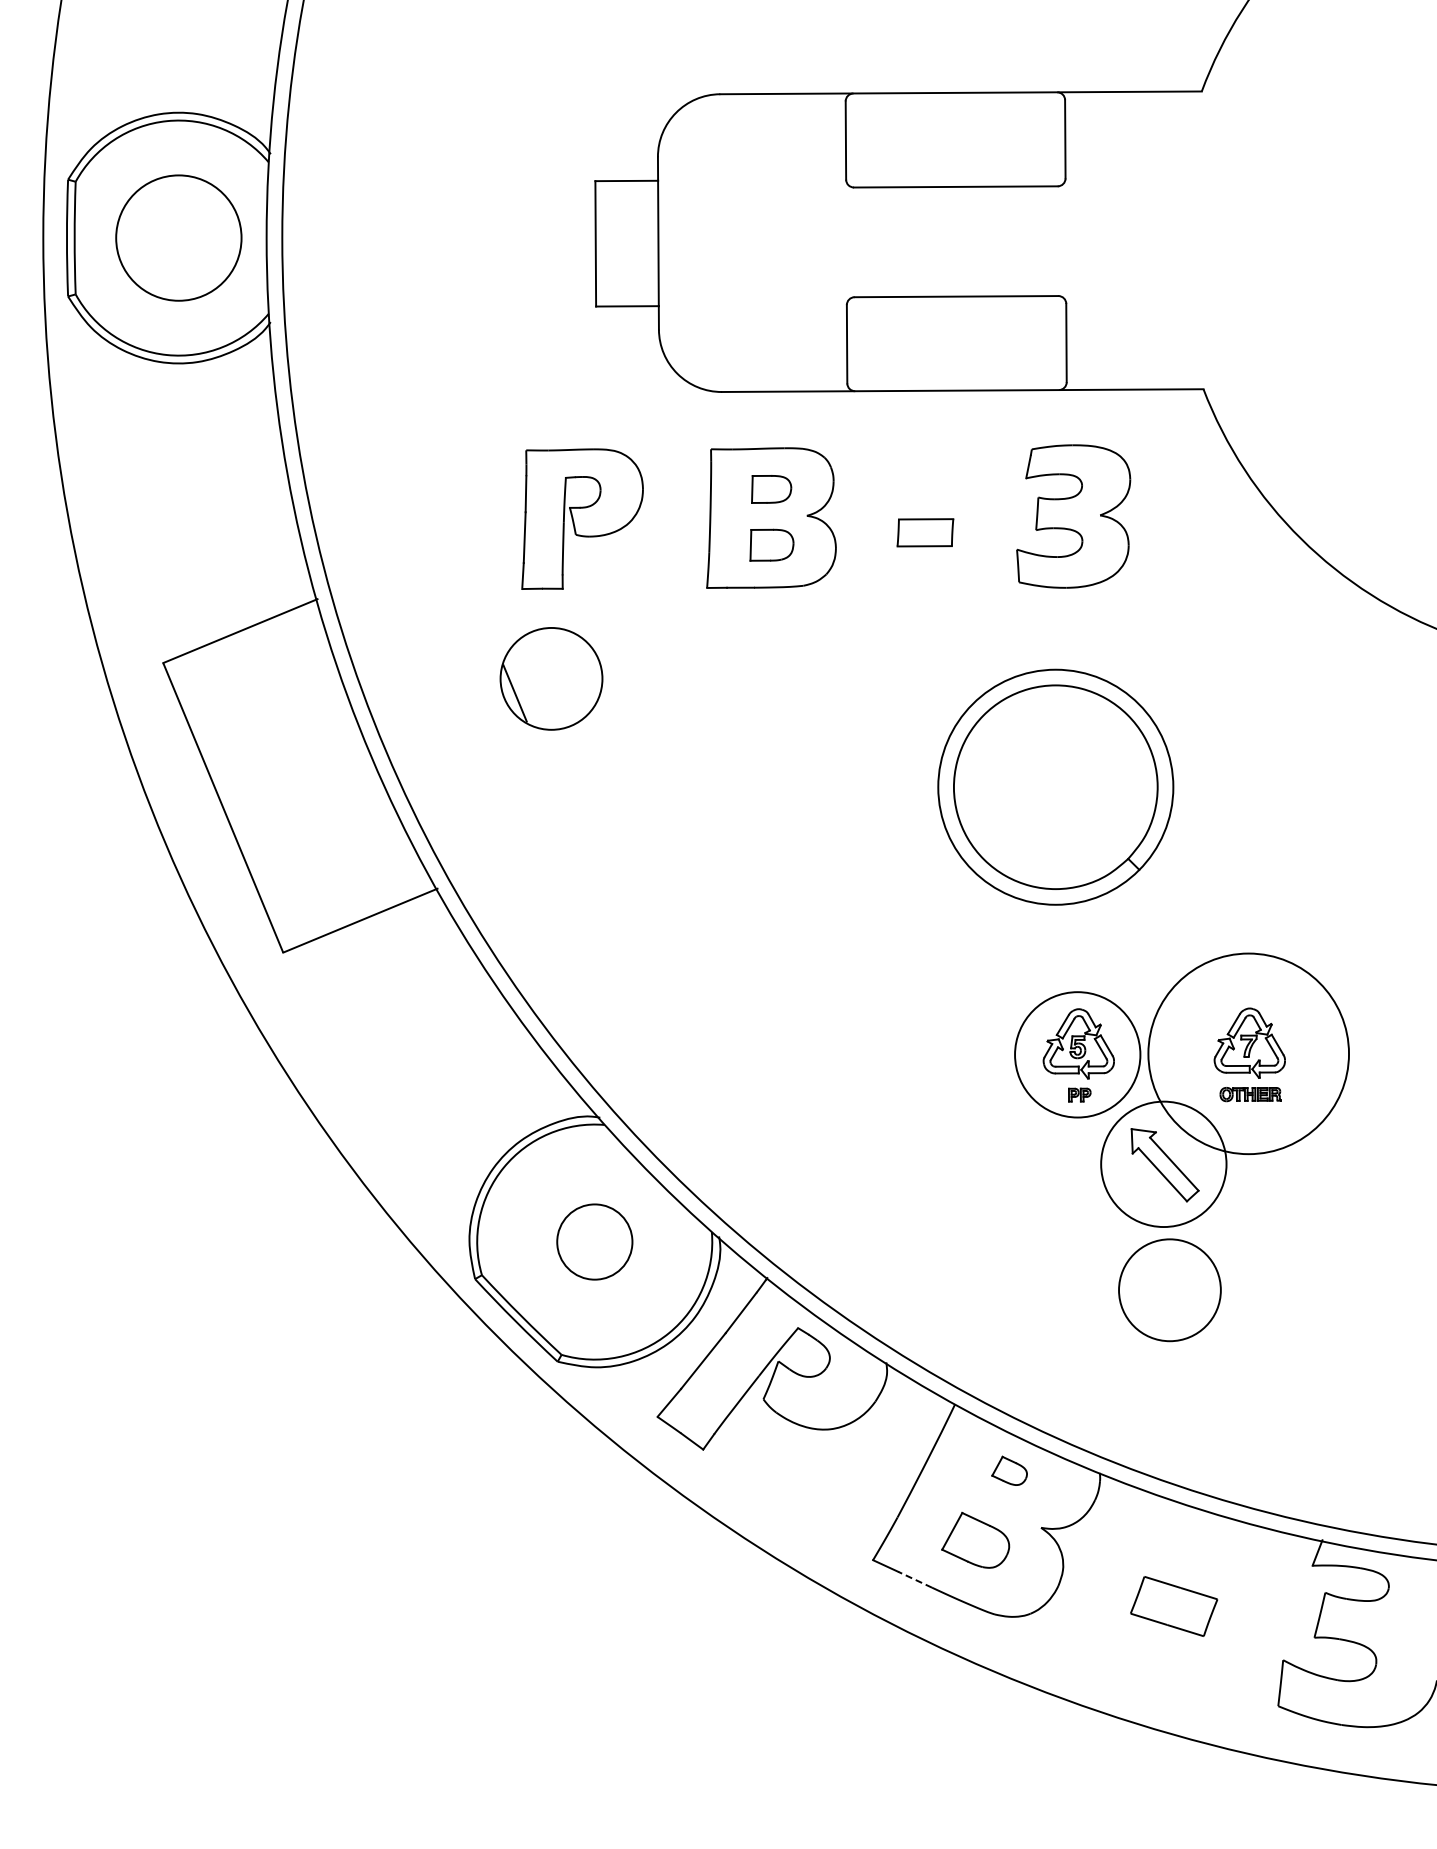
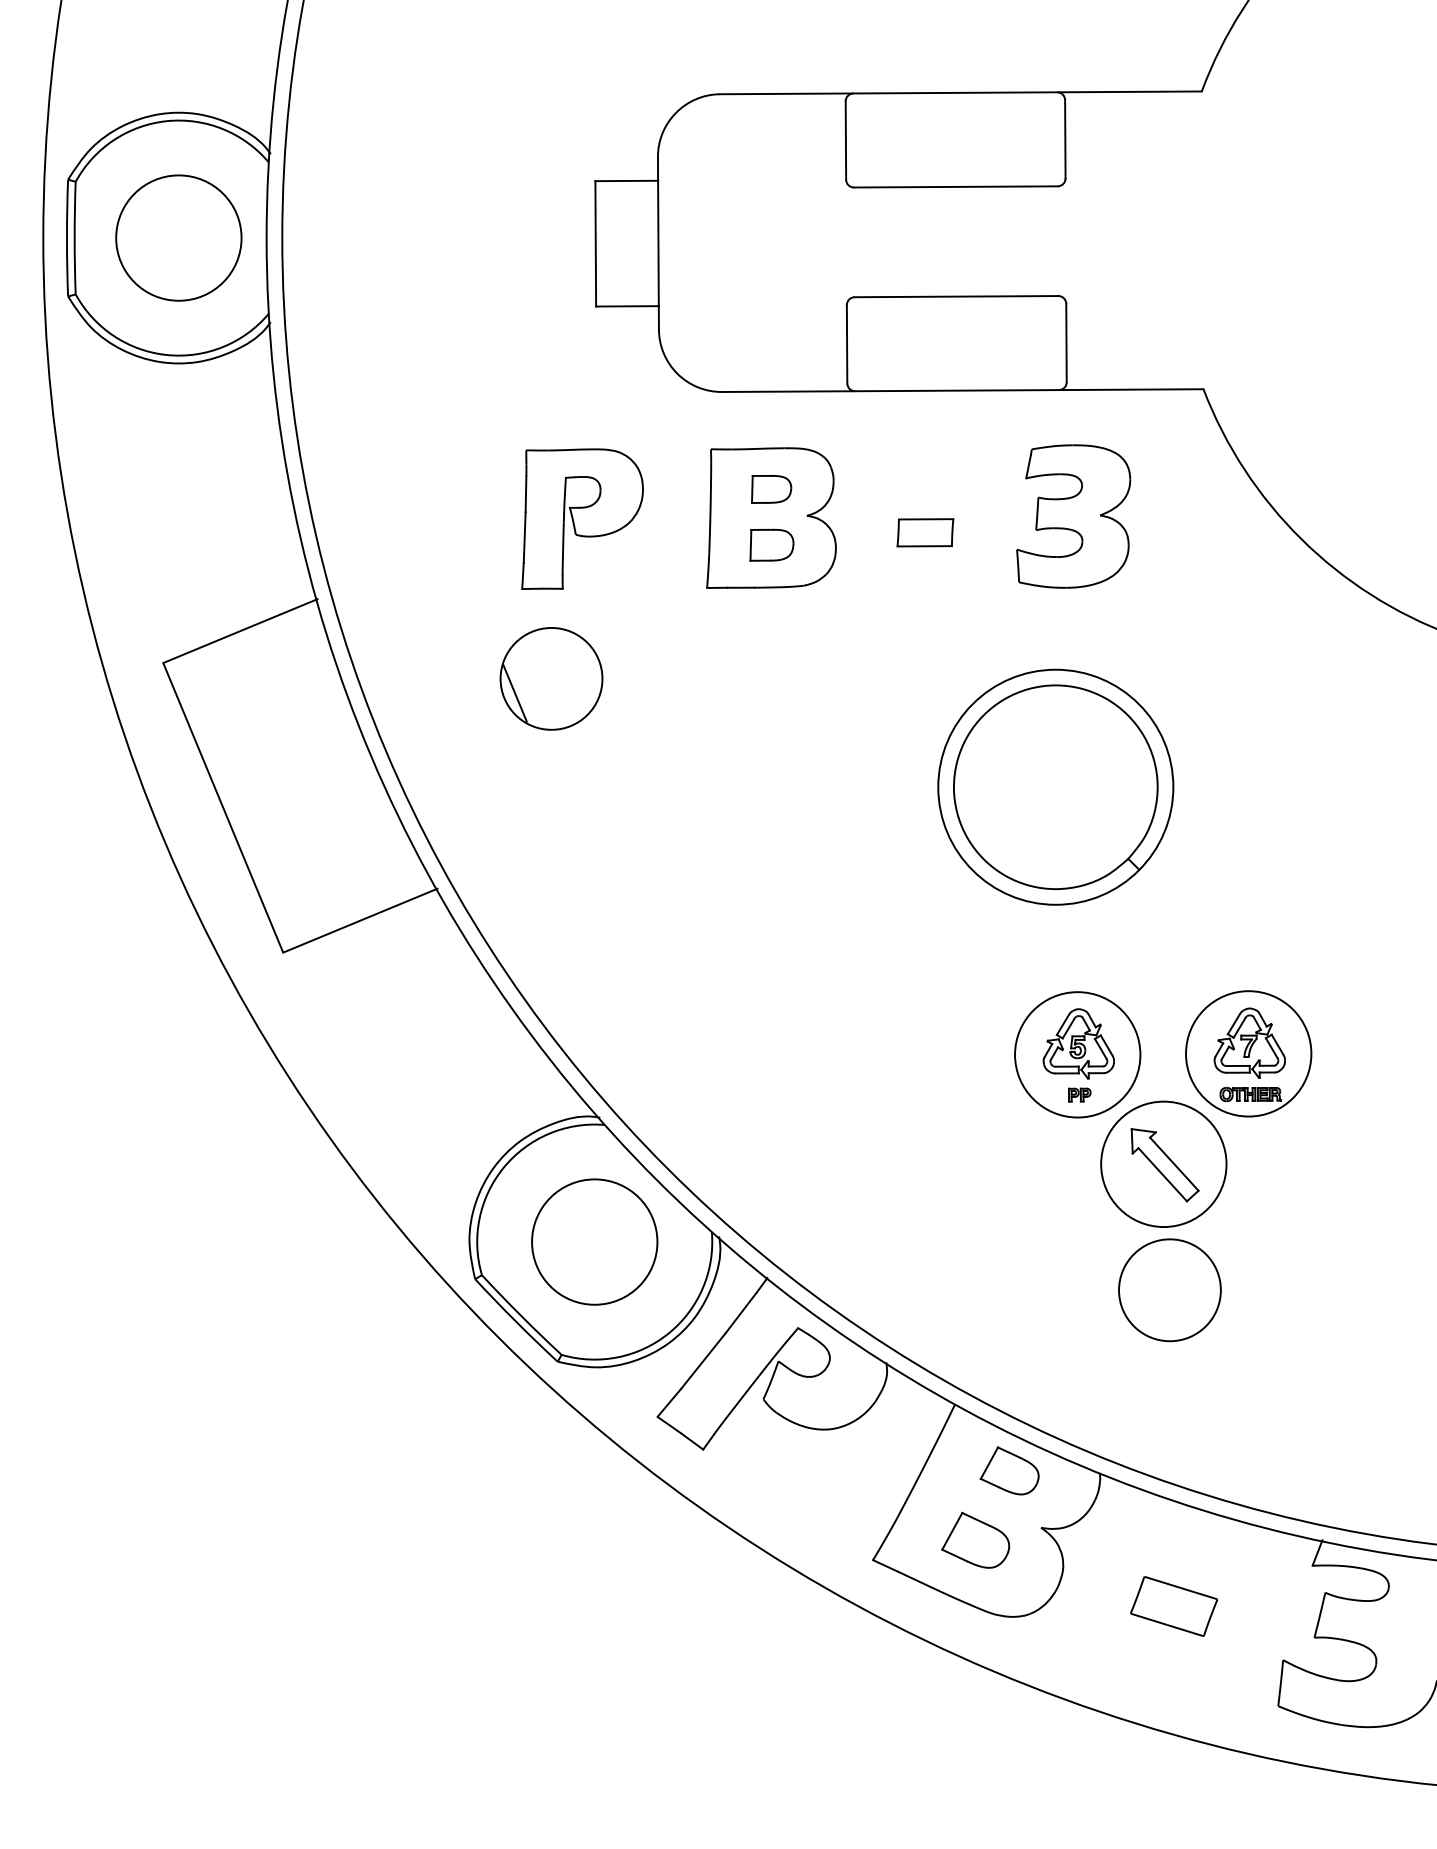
circle at (1248, 1053) diameter: 201 px -> 125 px
circle at (594, 1241) size: 78x78 px -> 128x128 px
part at (1009, 1470) size: 37x31 px -> 61x50 px
line at (915, 1579): dashed -> solid
